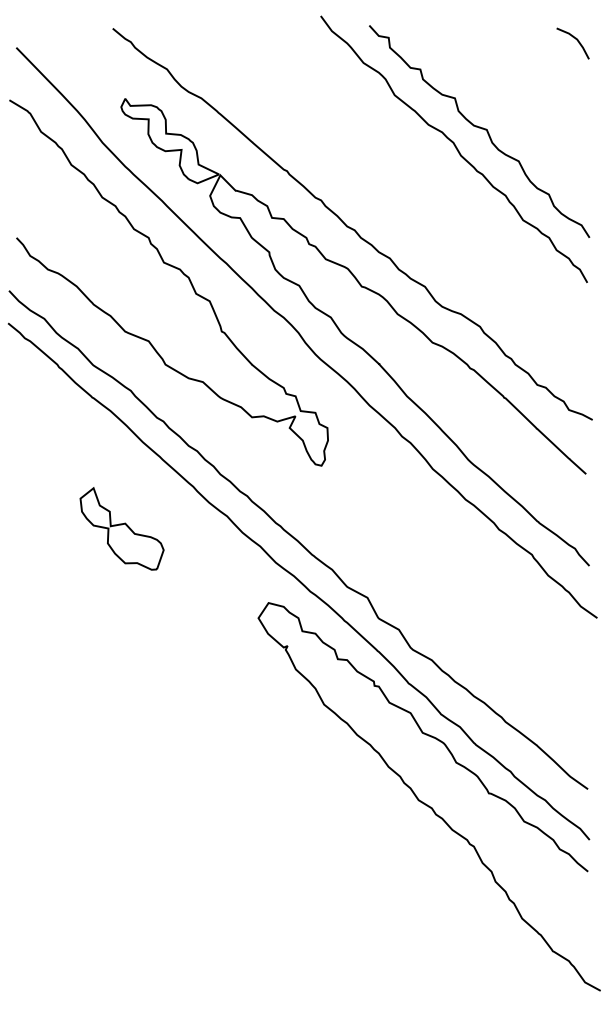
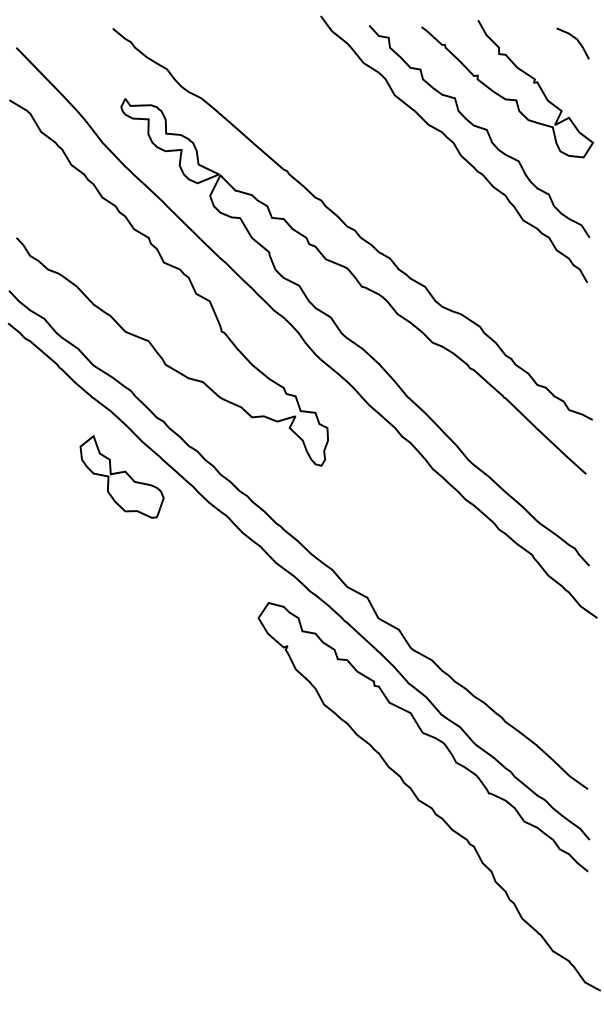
curve at (503, 96): none -> present
part at (121, 528) position: (121, 528) -> (121, 476)
